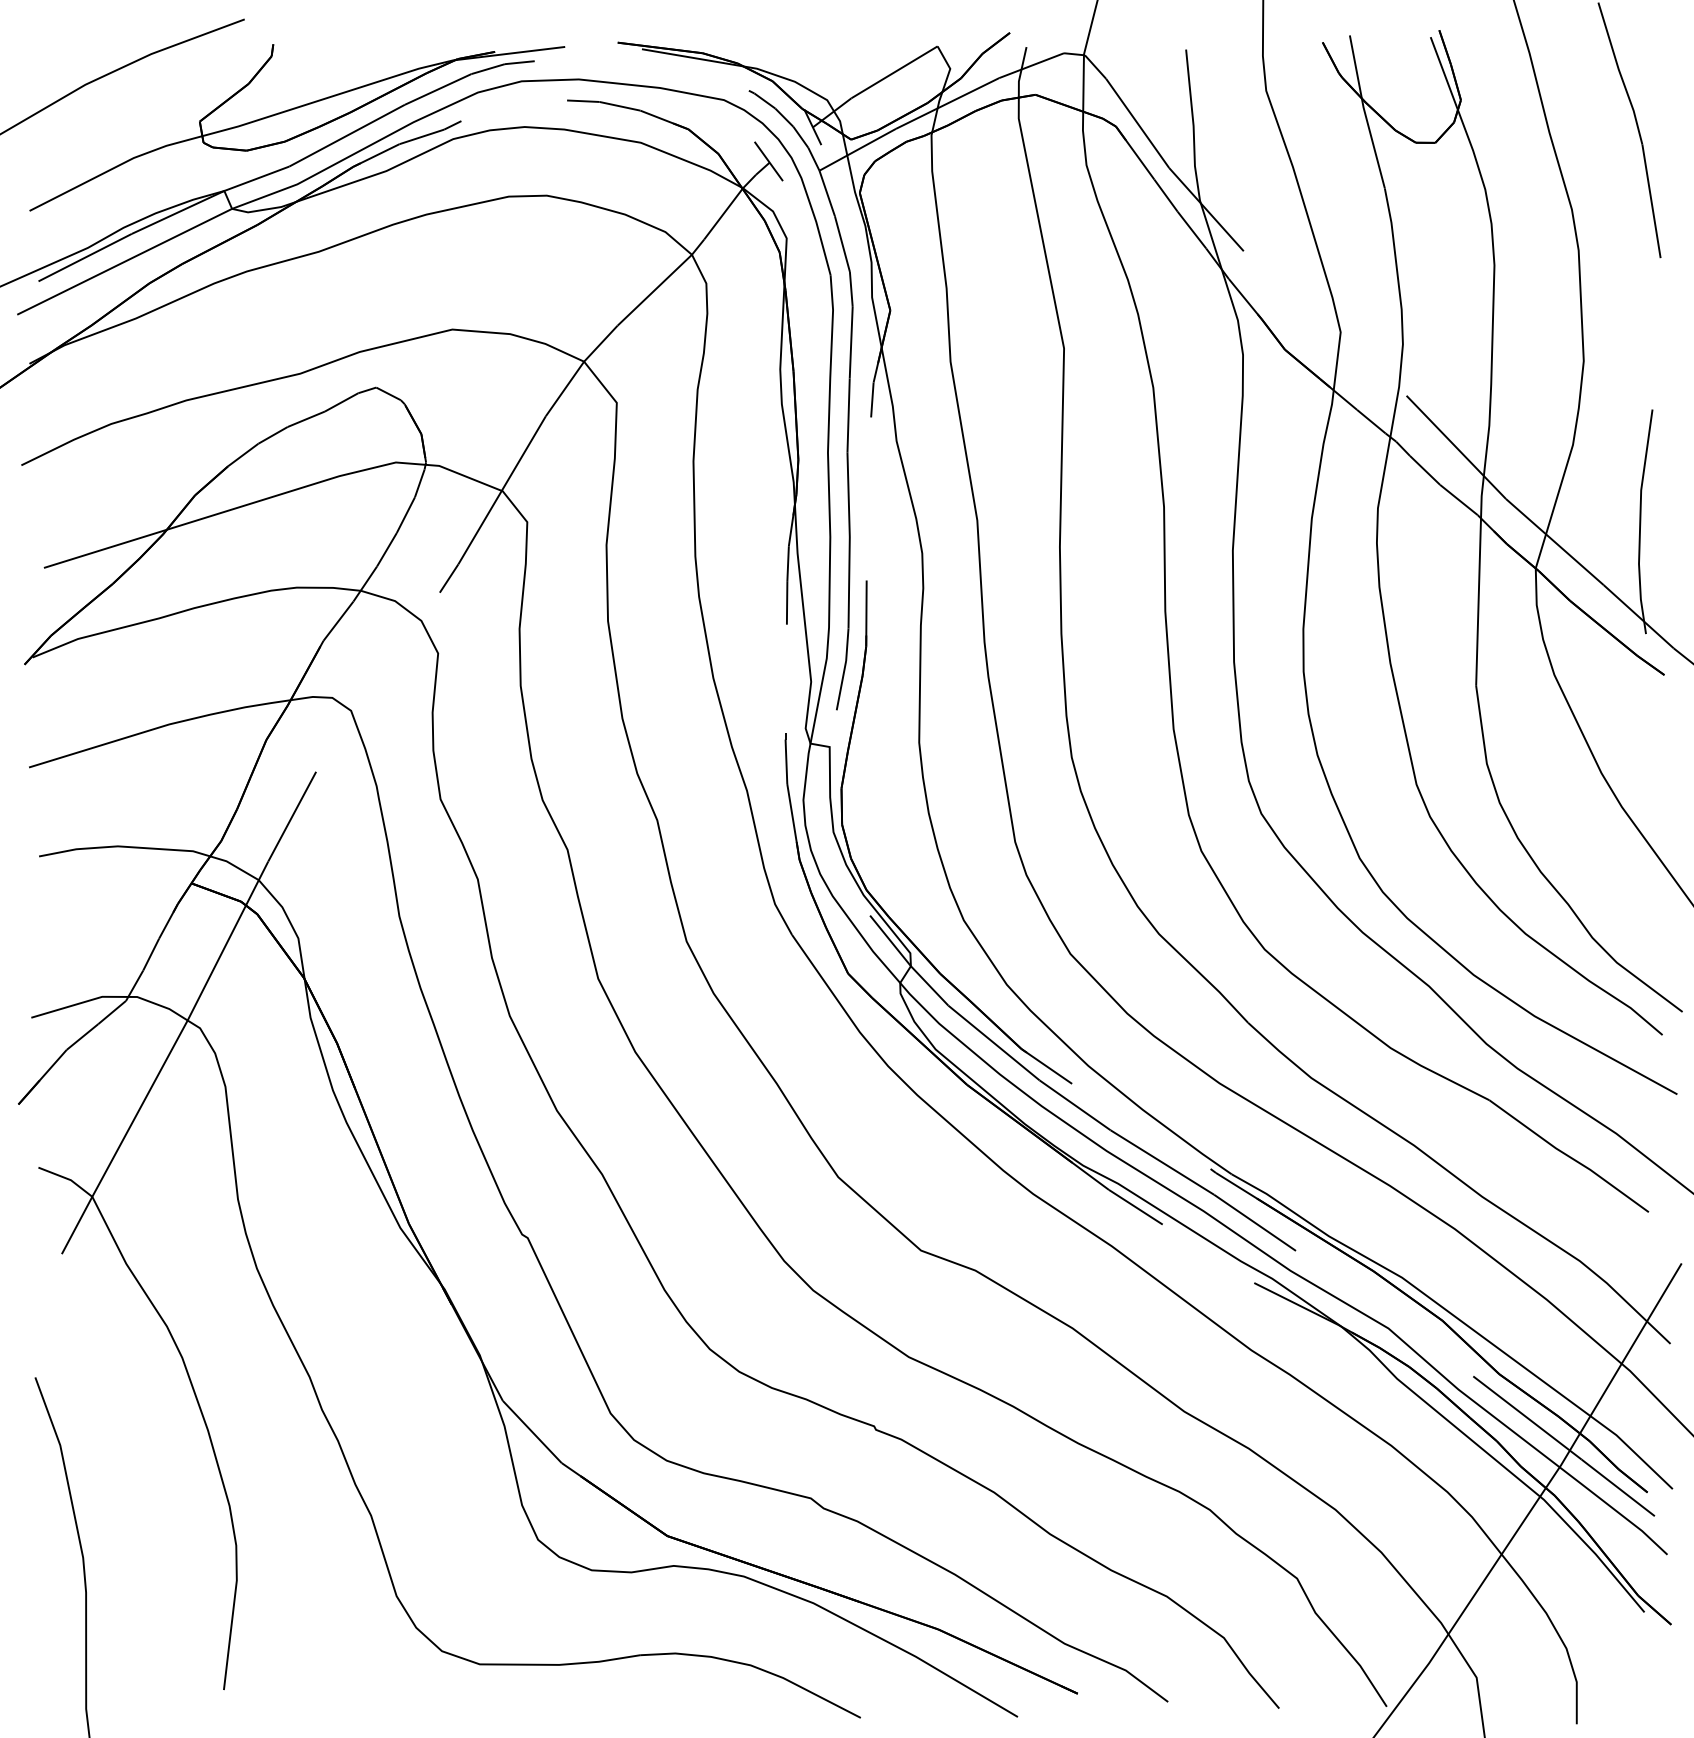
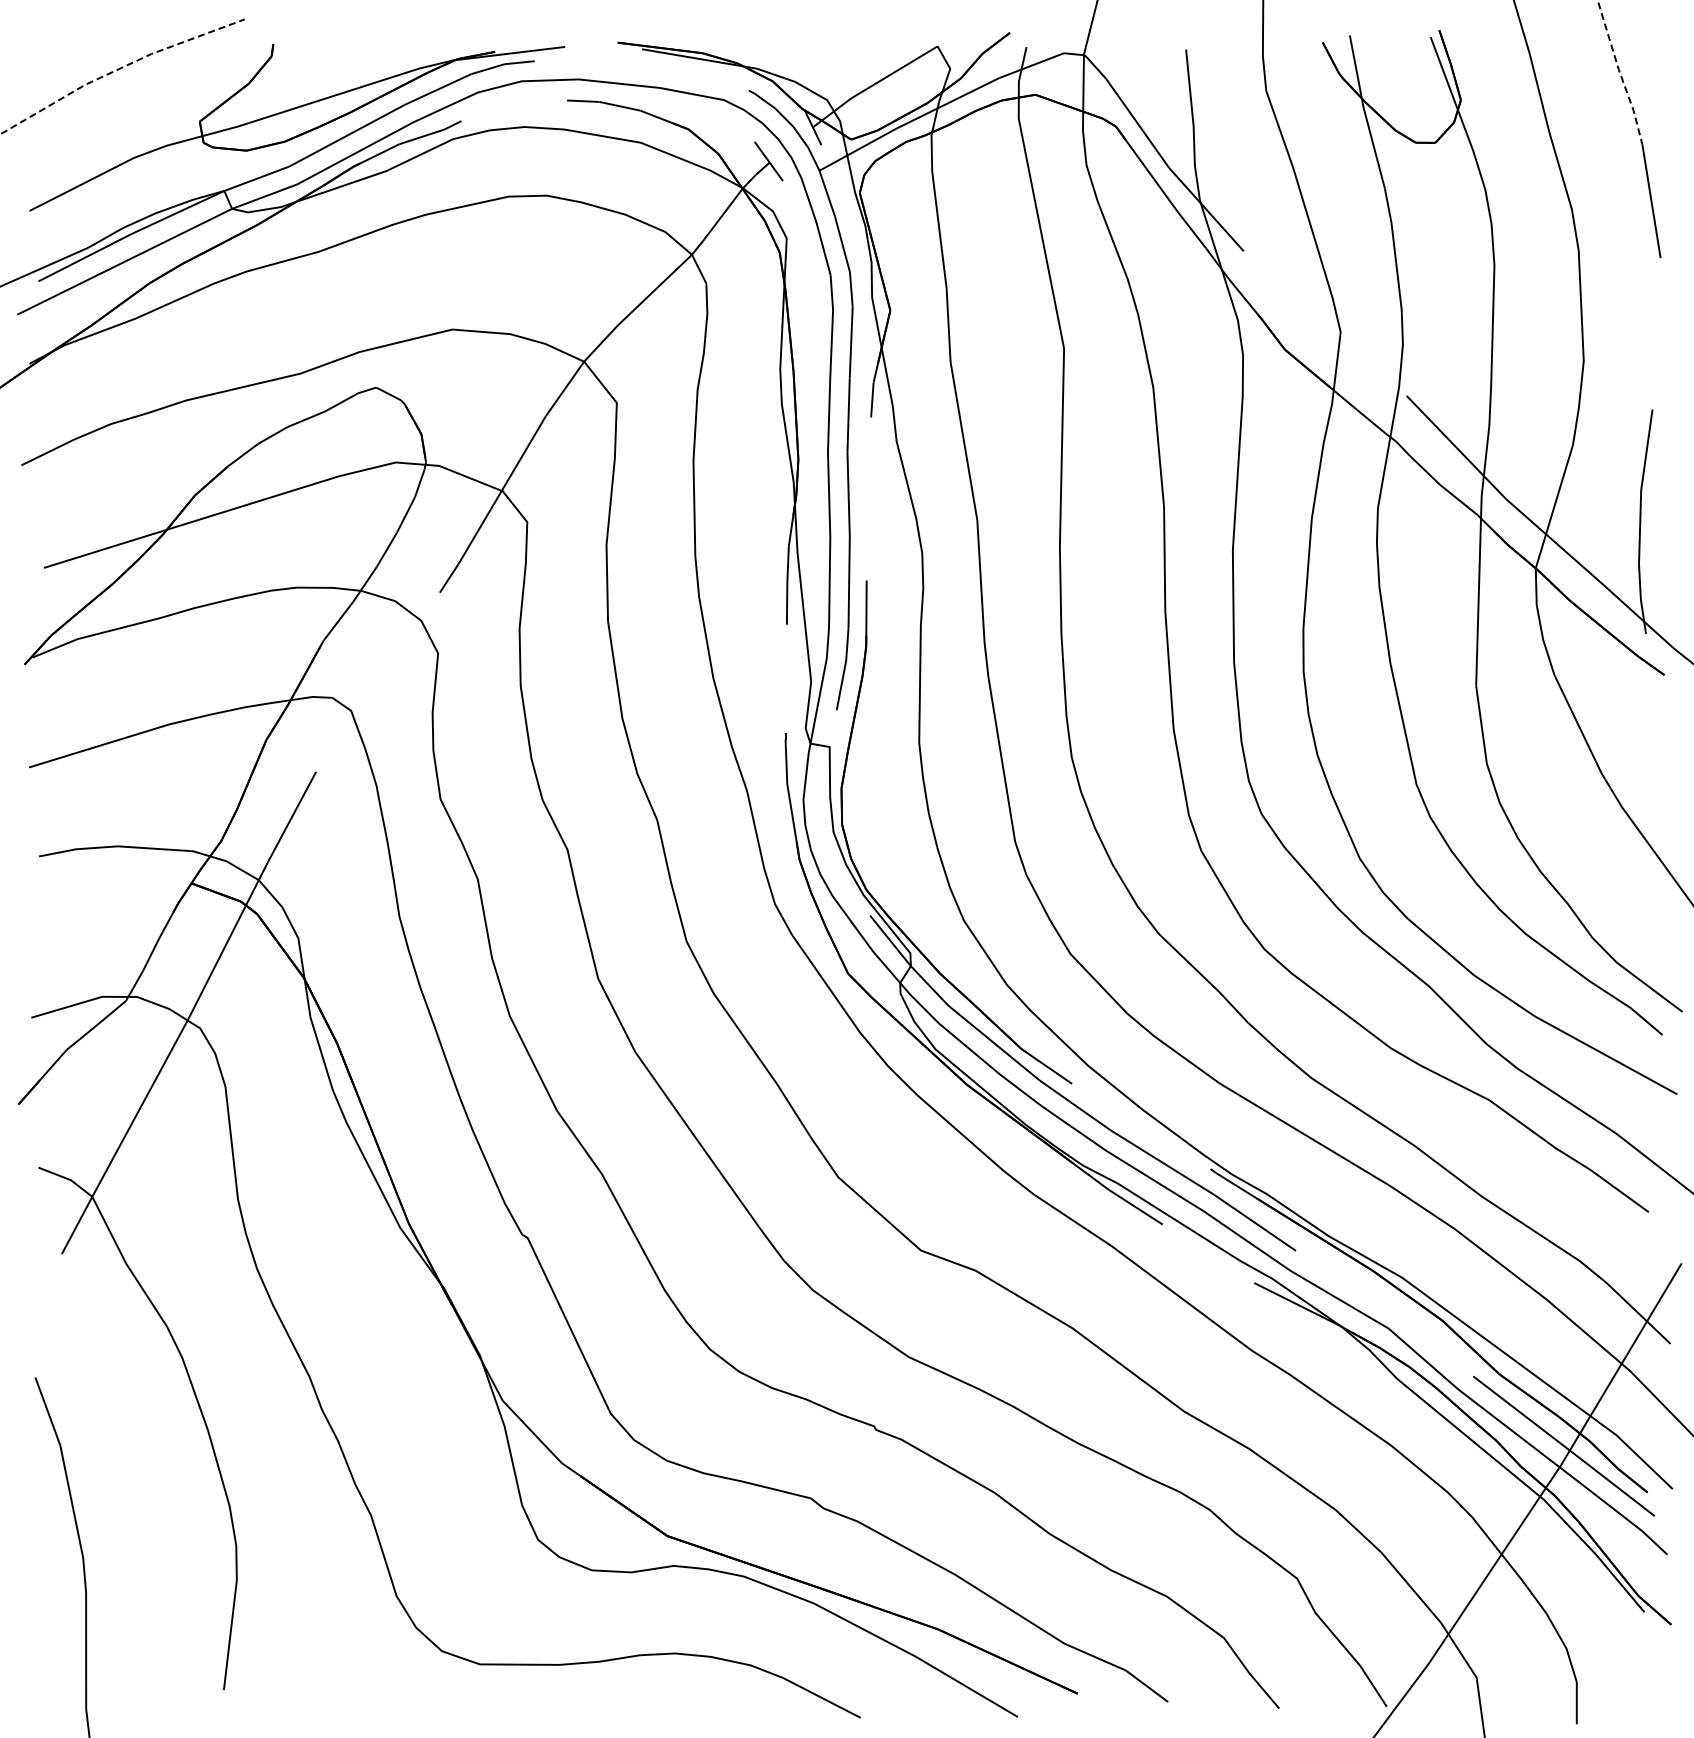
line at (118, 69): solid -> dashed
line at (1620, 74): solid -> dashed
